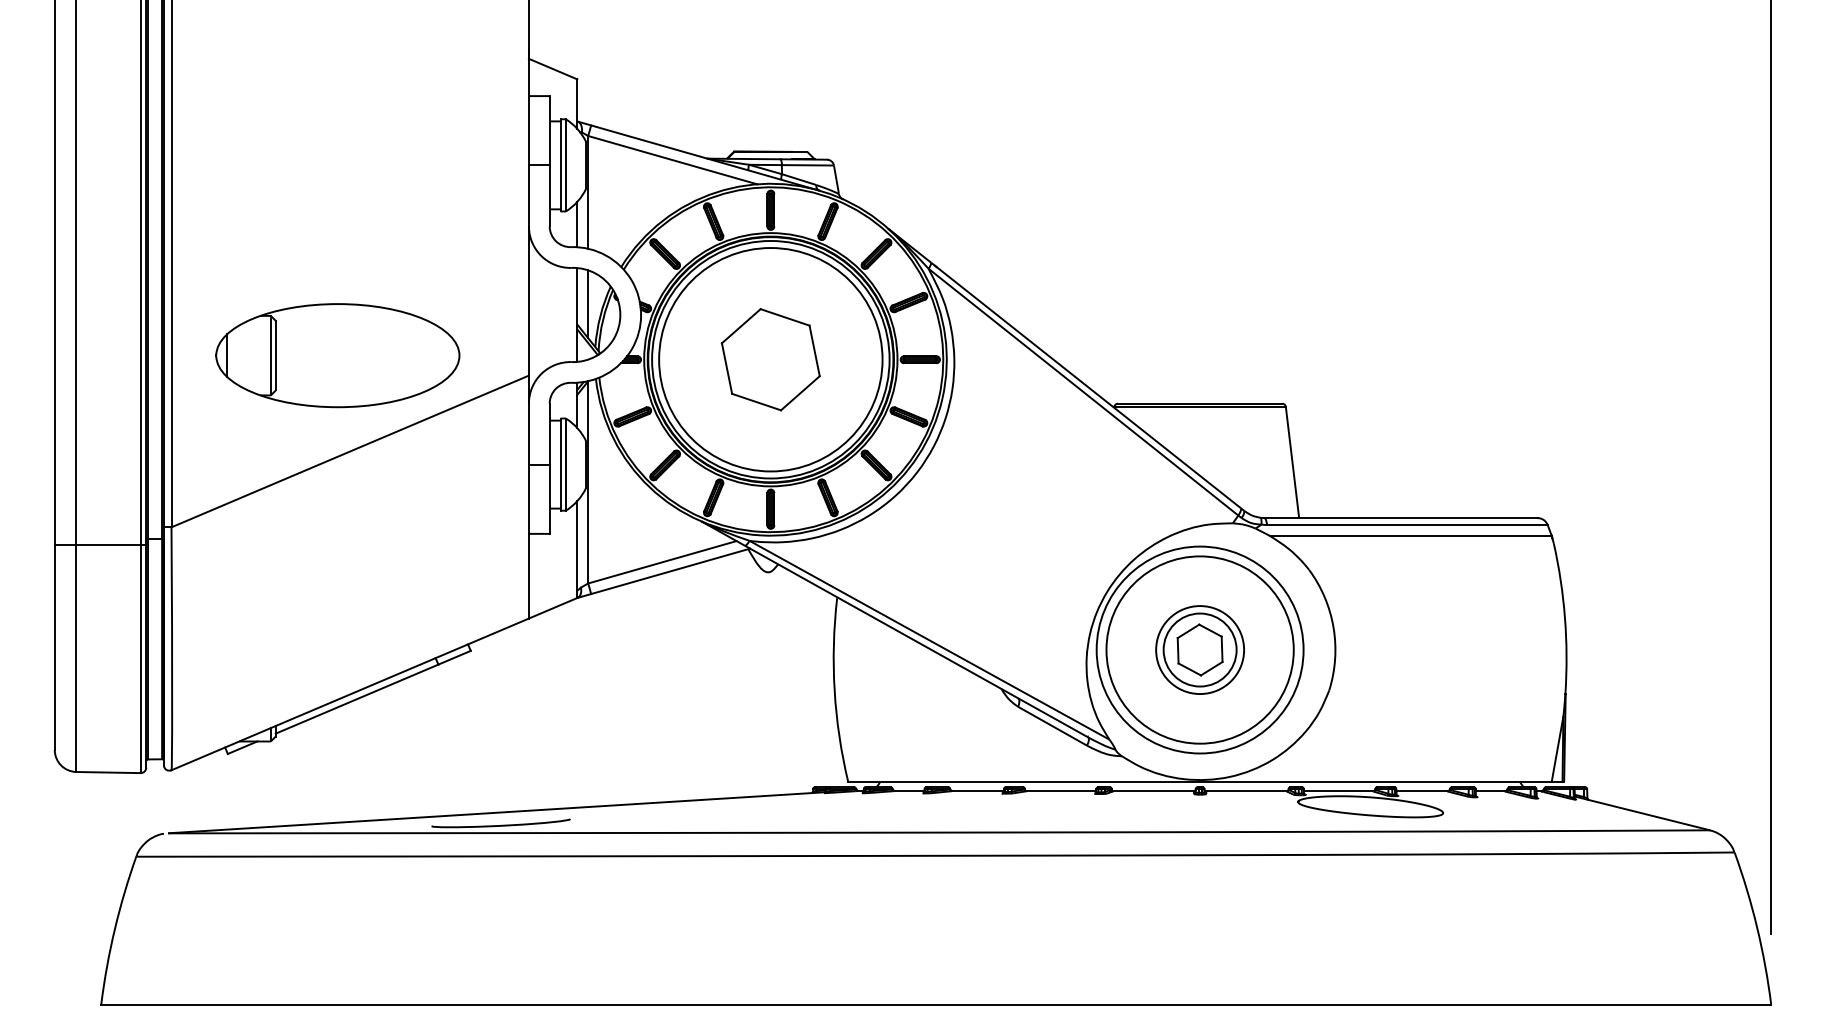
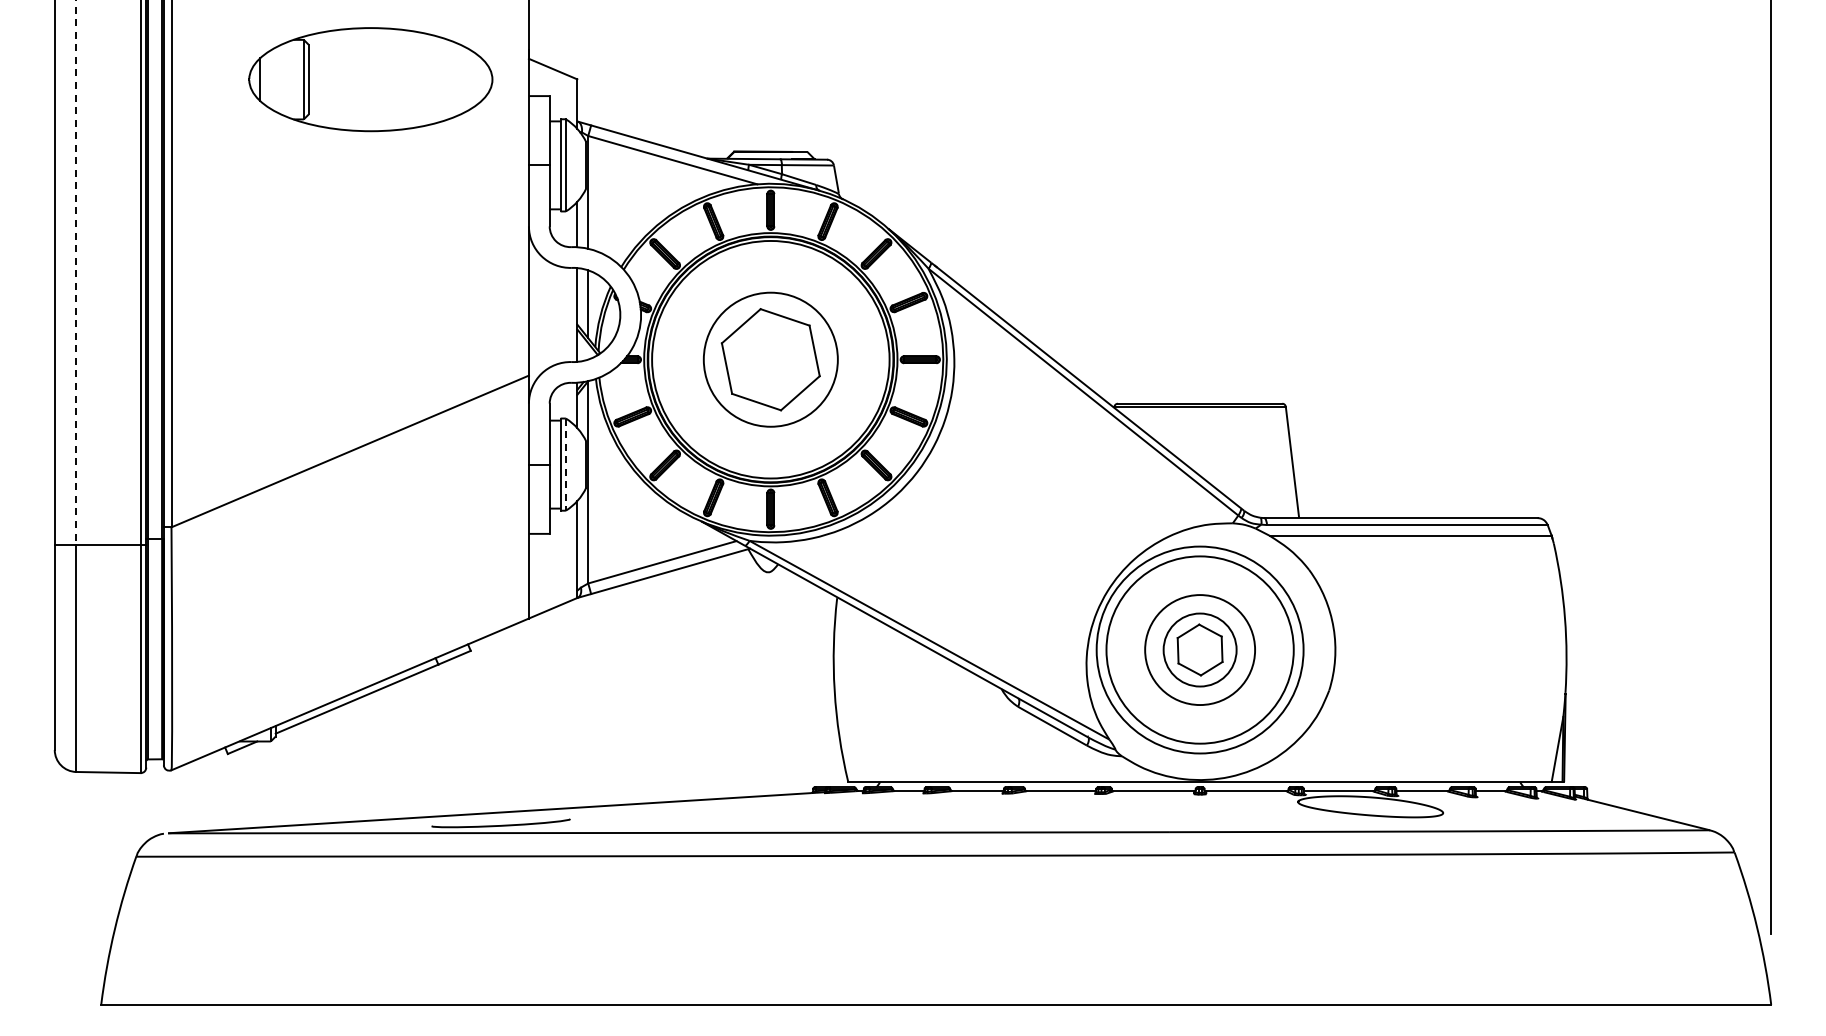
line at (76, 272): solid -> dashed
part at (337, 355) position: (337, 355) -> (370, 79)
circle at (770, 359) diameter: 223 px -> 134 px
line at (565, 465): solid -> dashed
circle at (1200, 650) diameter: 88 px -> 110 px
